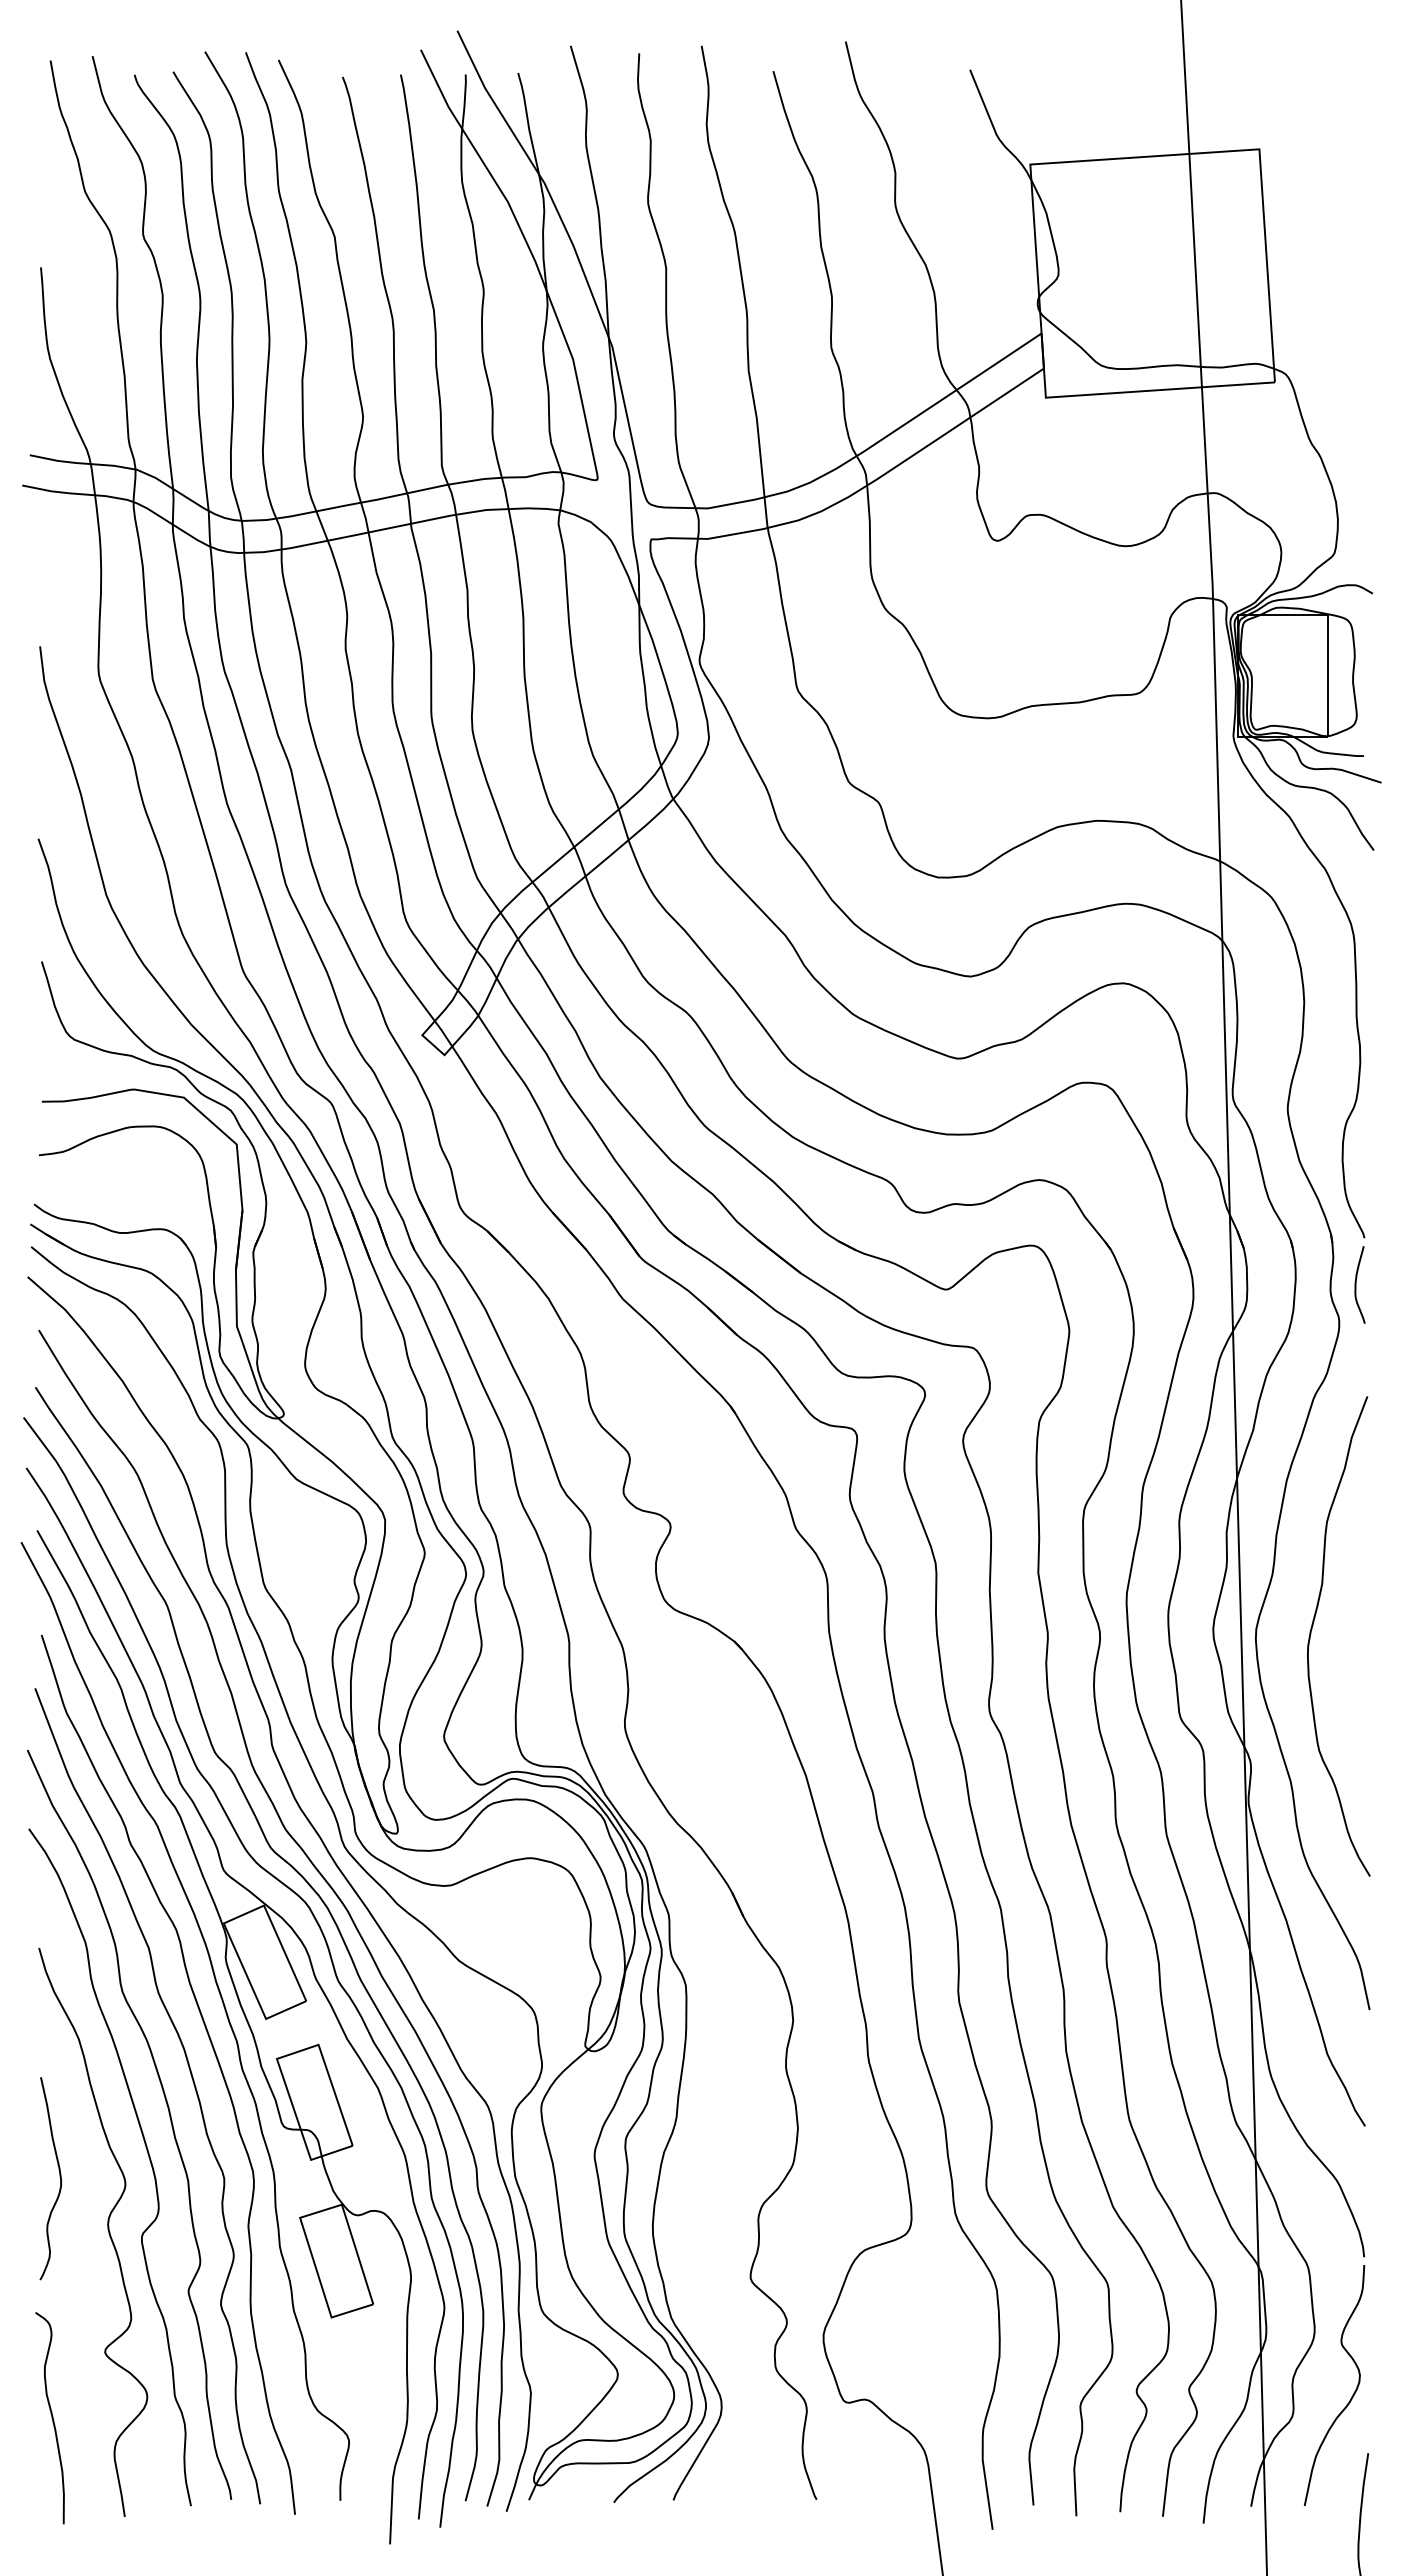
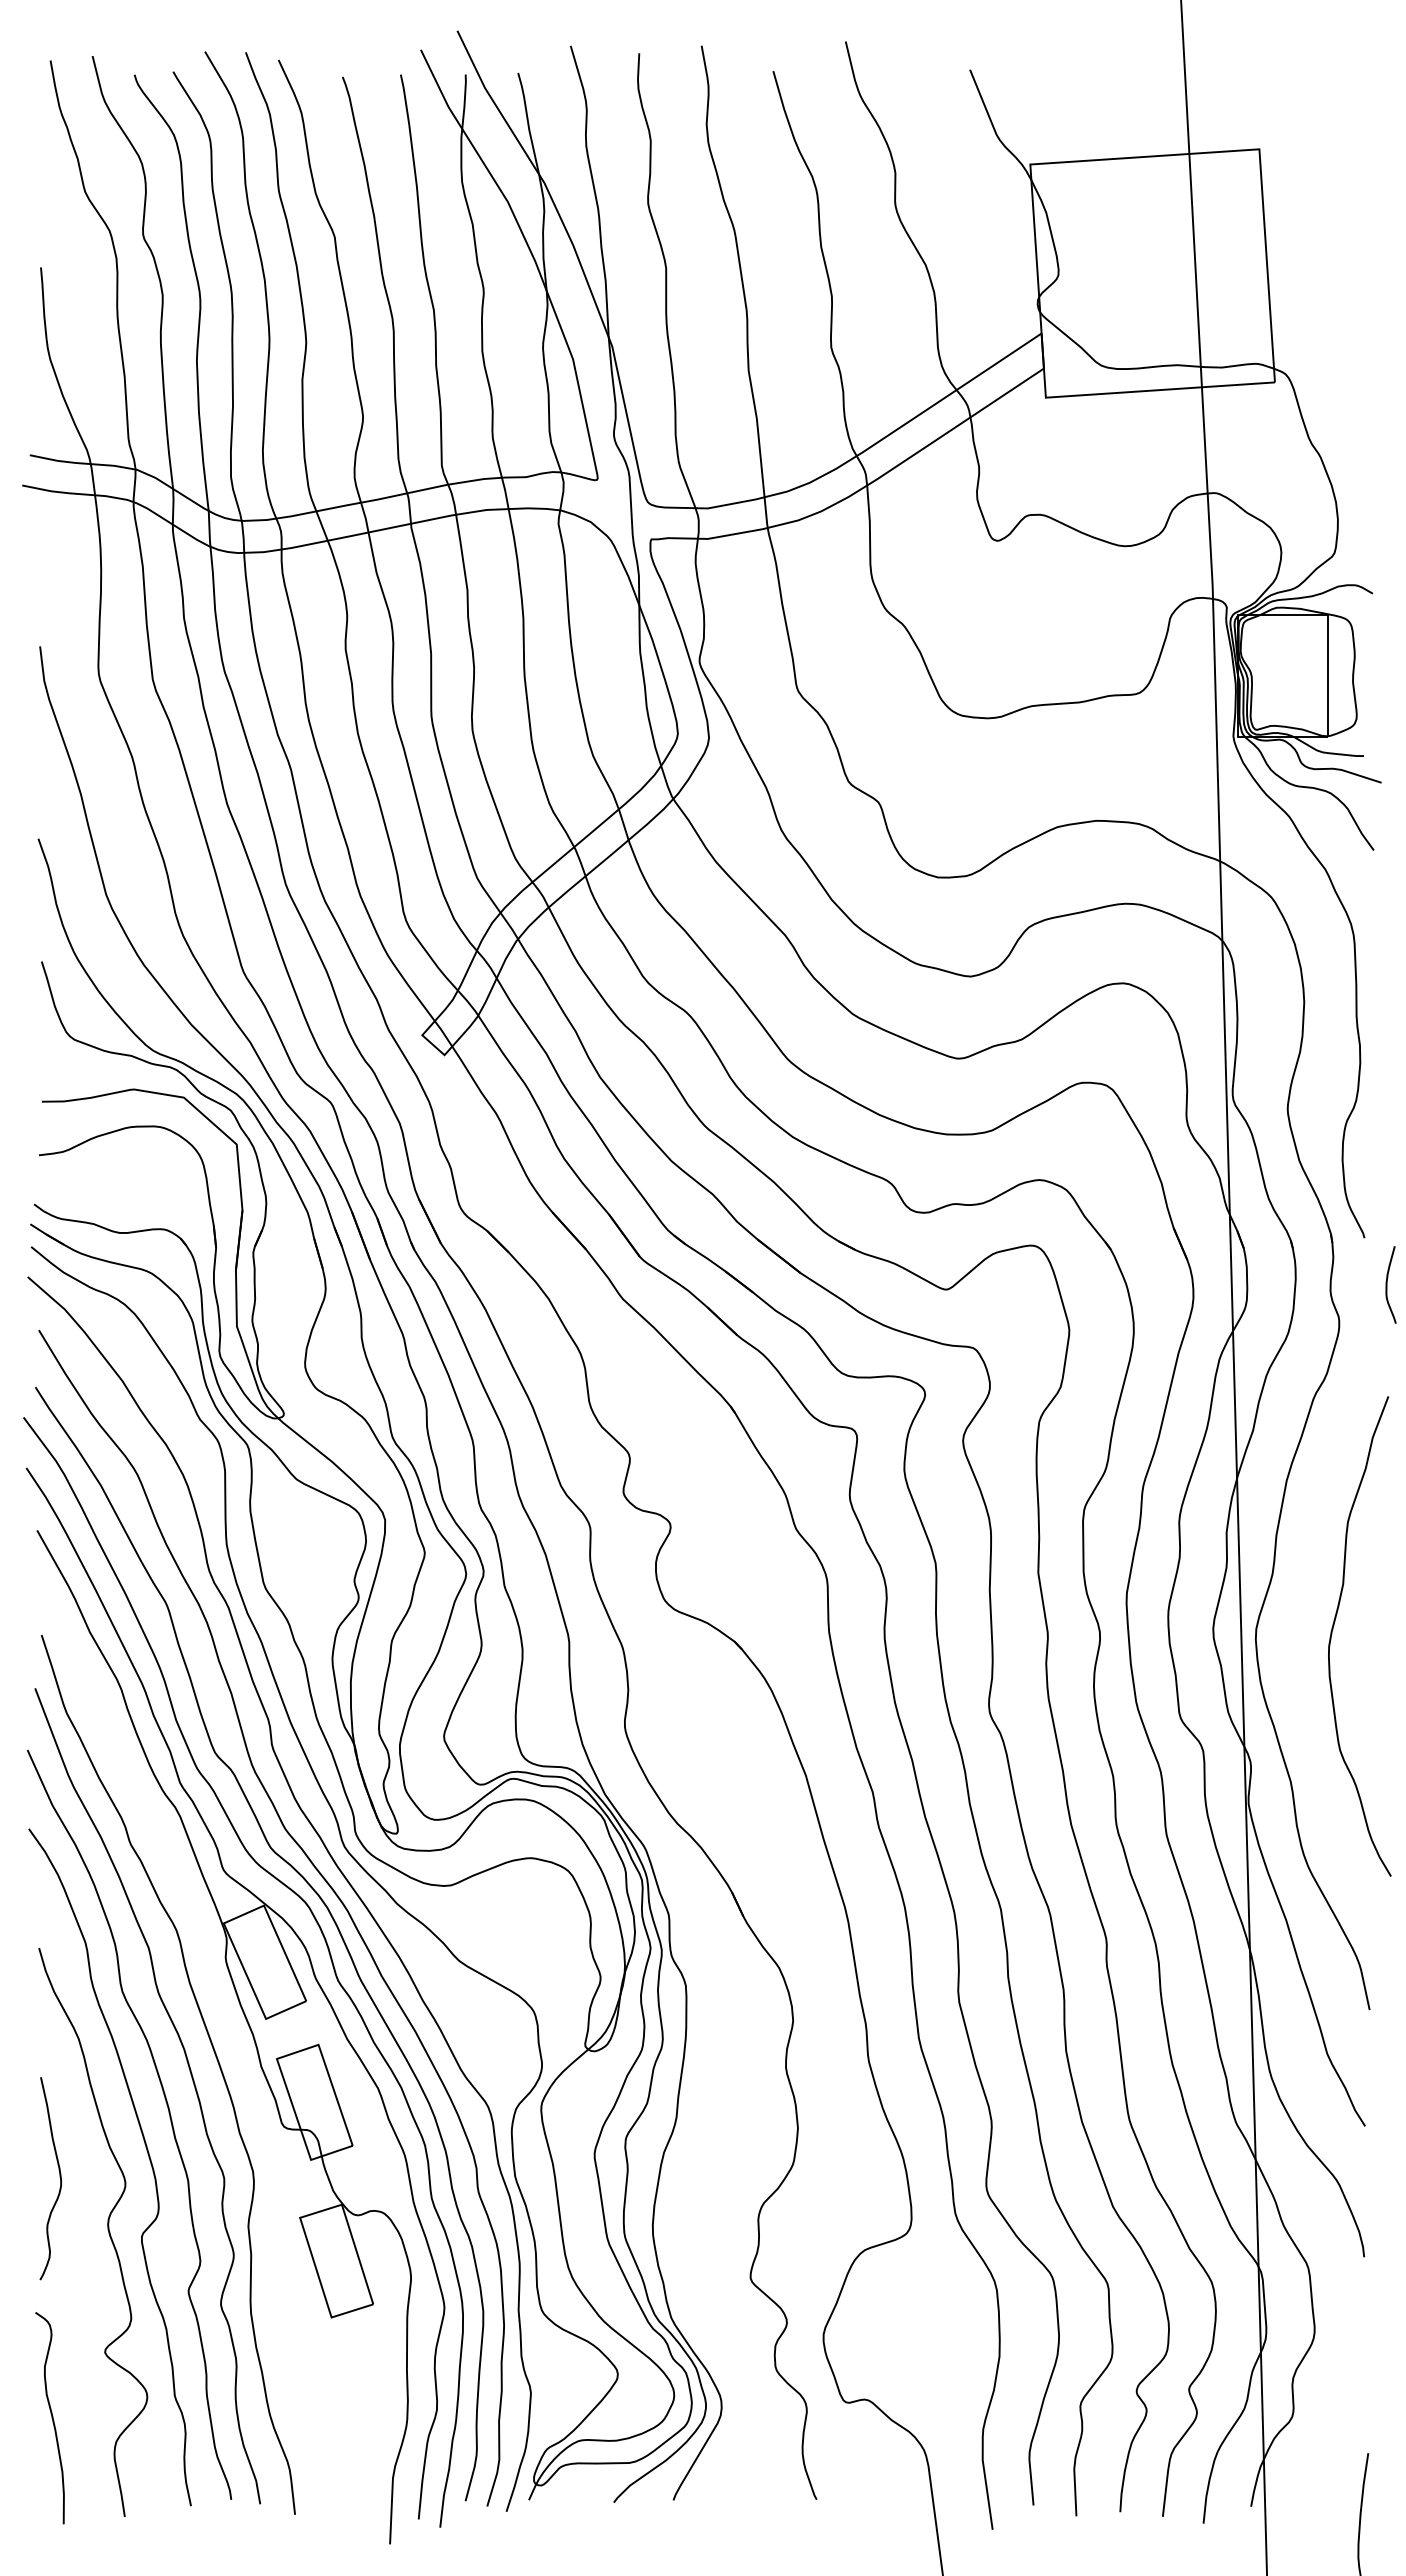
curve at (1356, 1284) position: (1356, 1284) -> (1387, 1284)
curve at (1312, 1629) position: (1312, 1629) -> (1333, 1629)
curve at (223, 2007): present -> none
curve at (1352, 2394): present -> none
